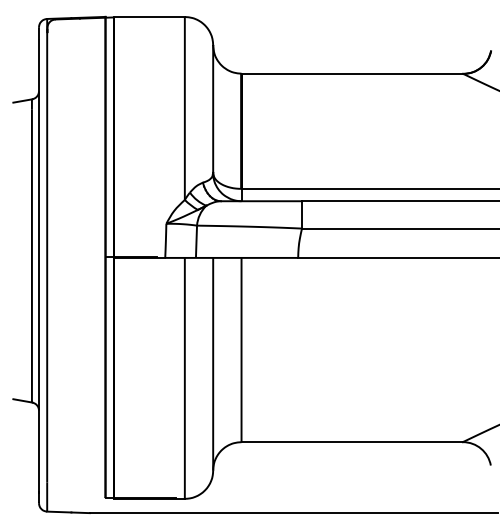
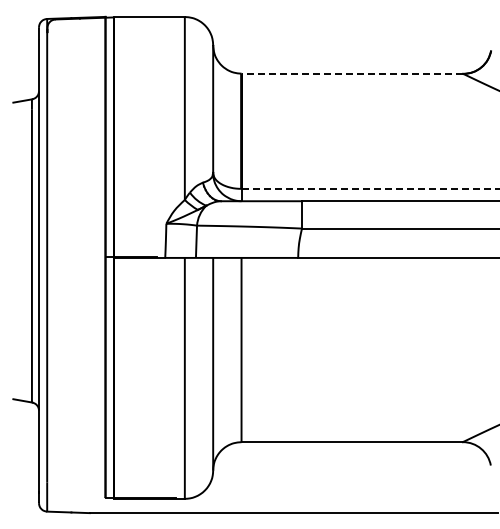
line at (352, 73): solid -> dashed
line at (370, 188): solid -> dashed
